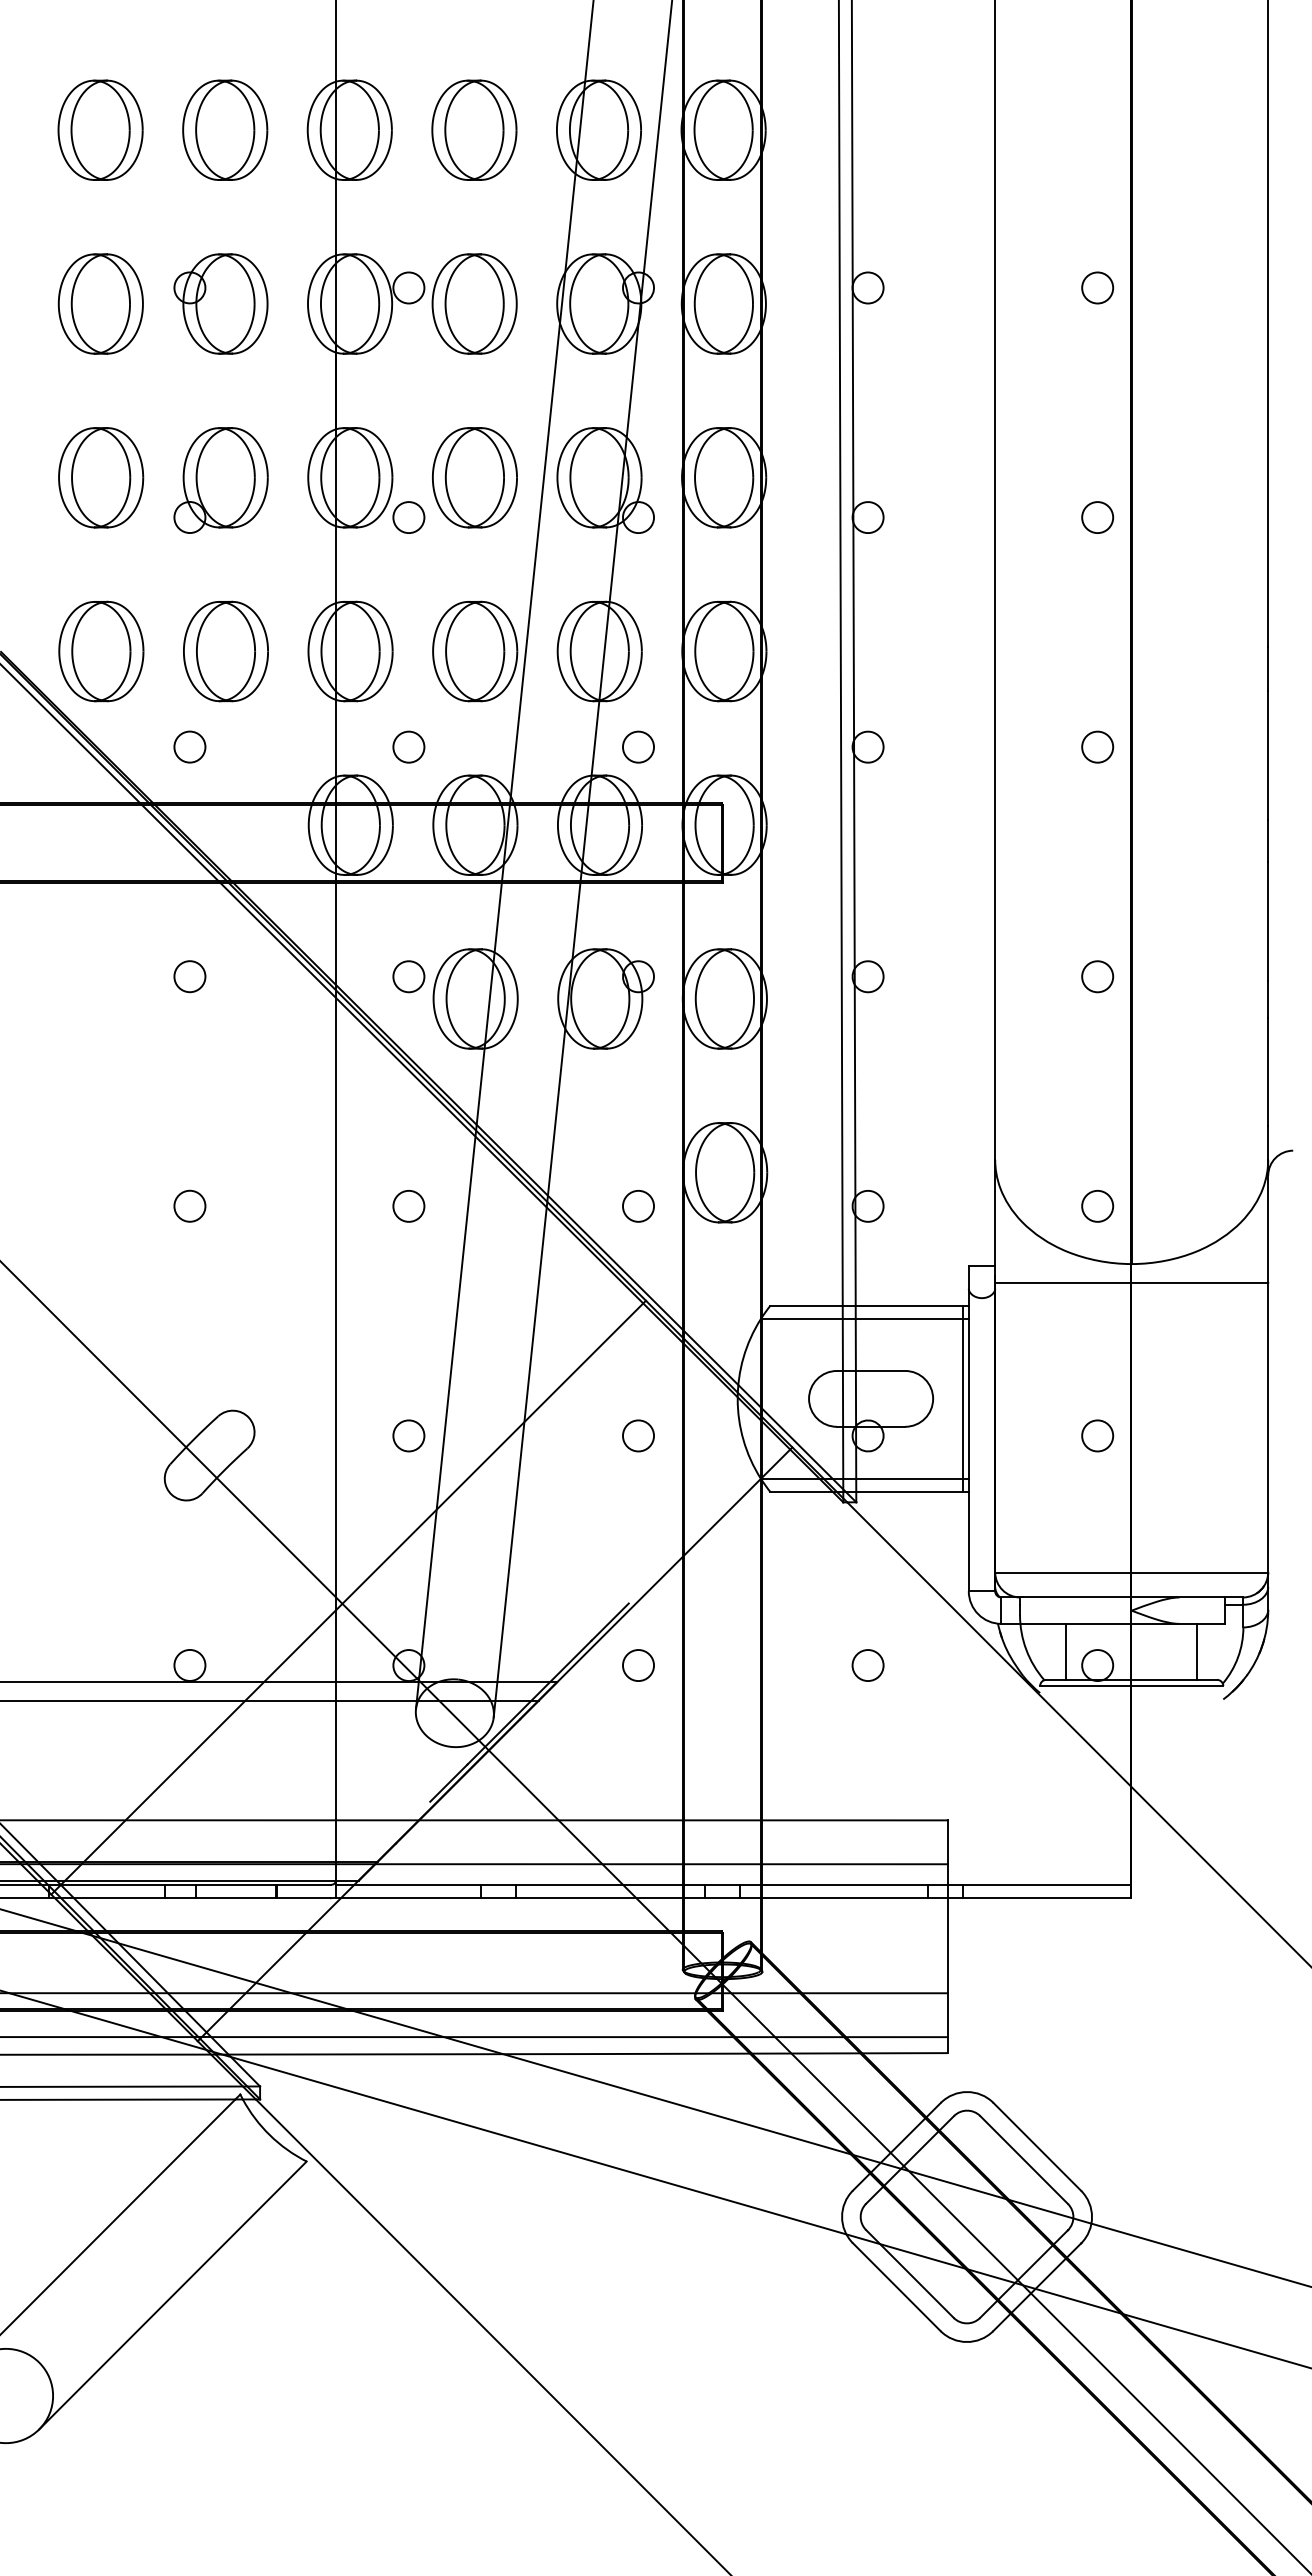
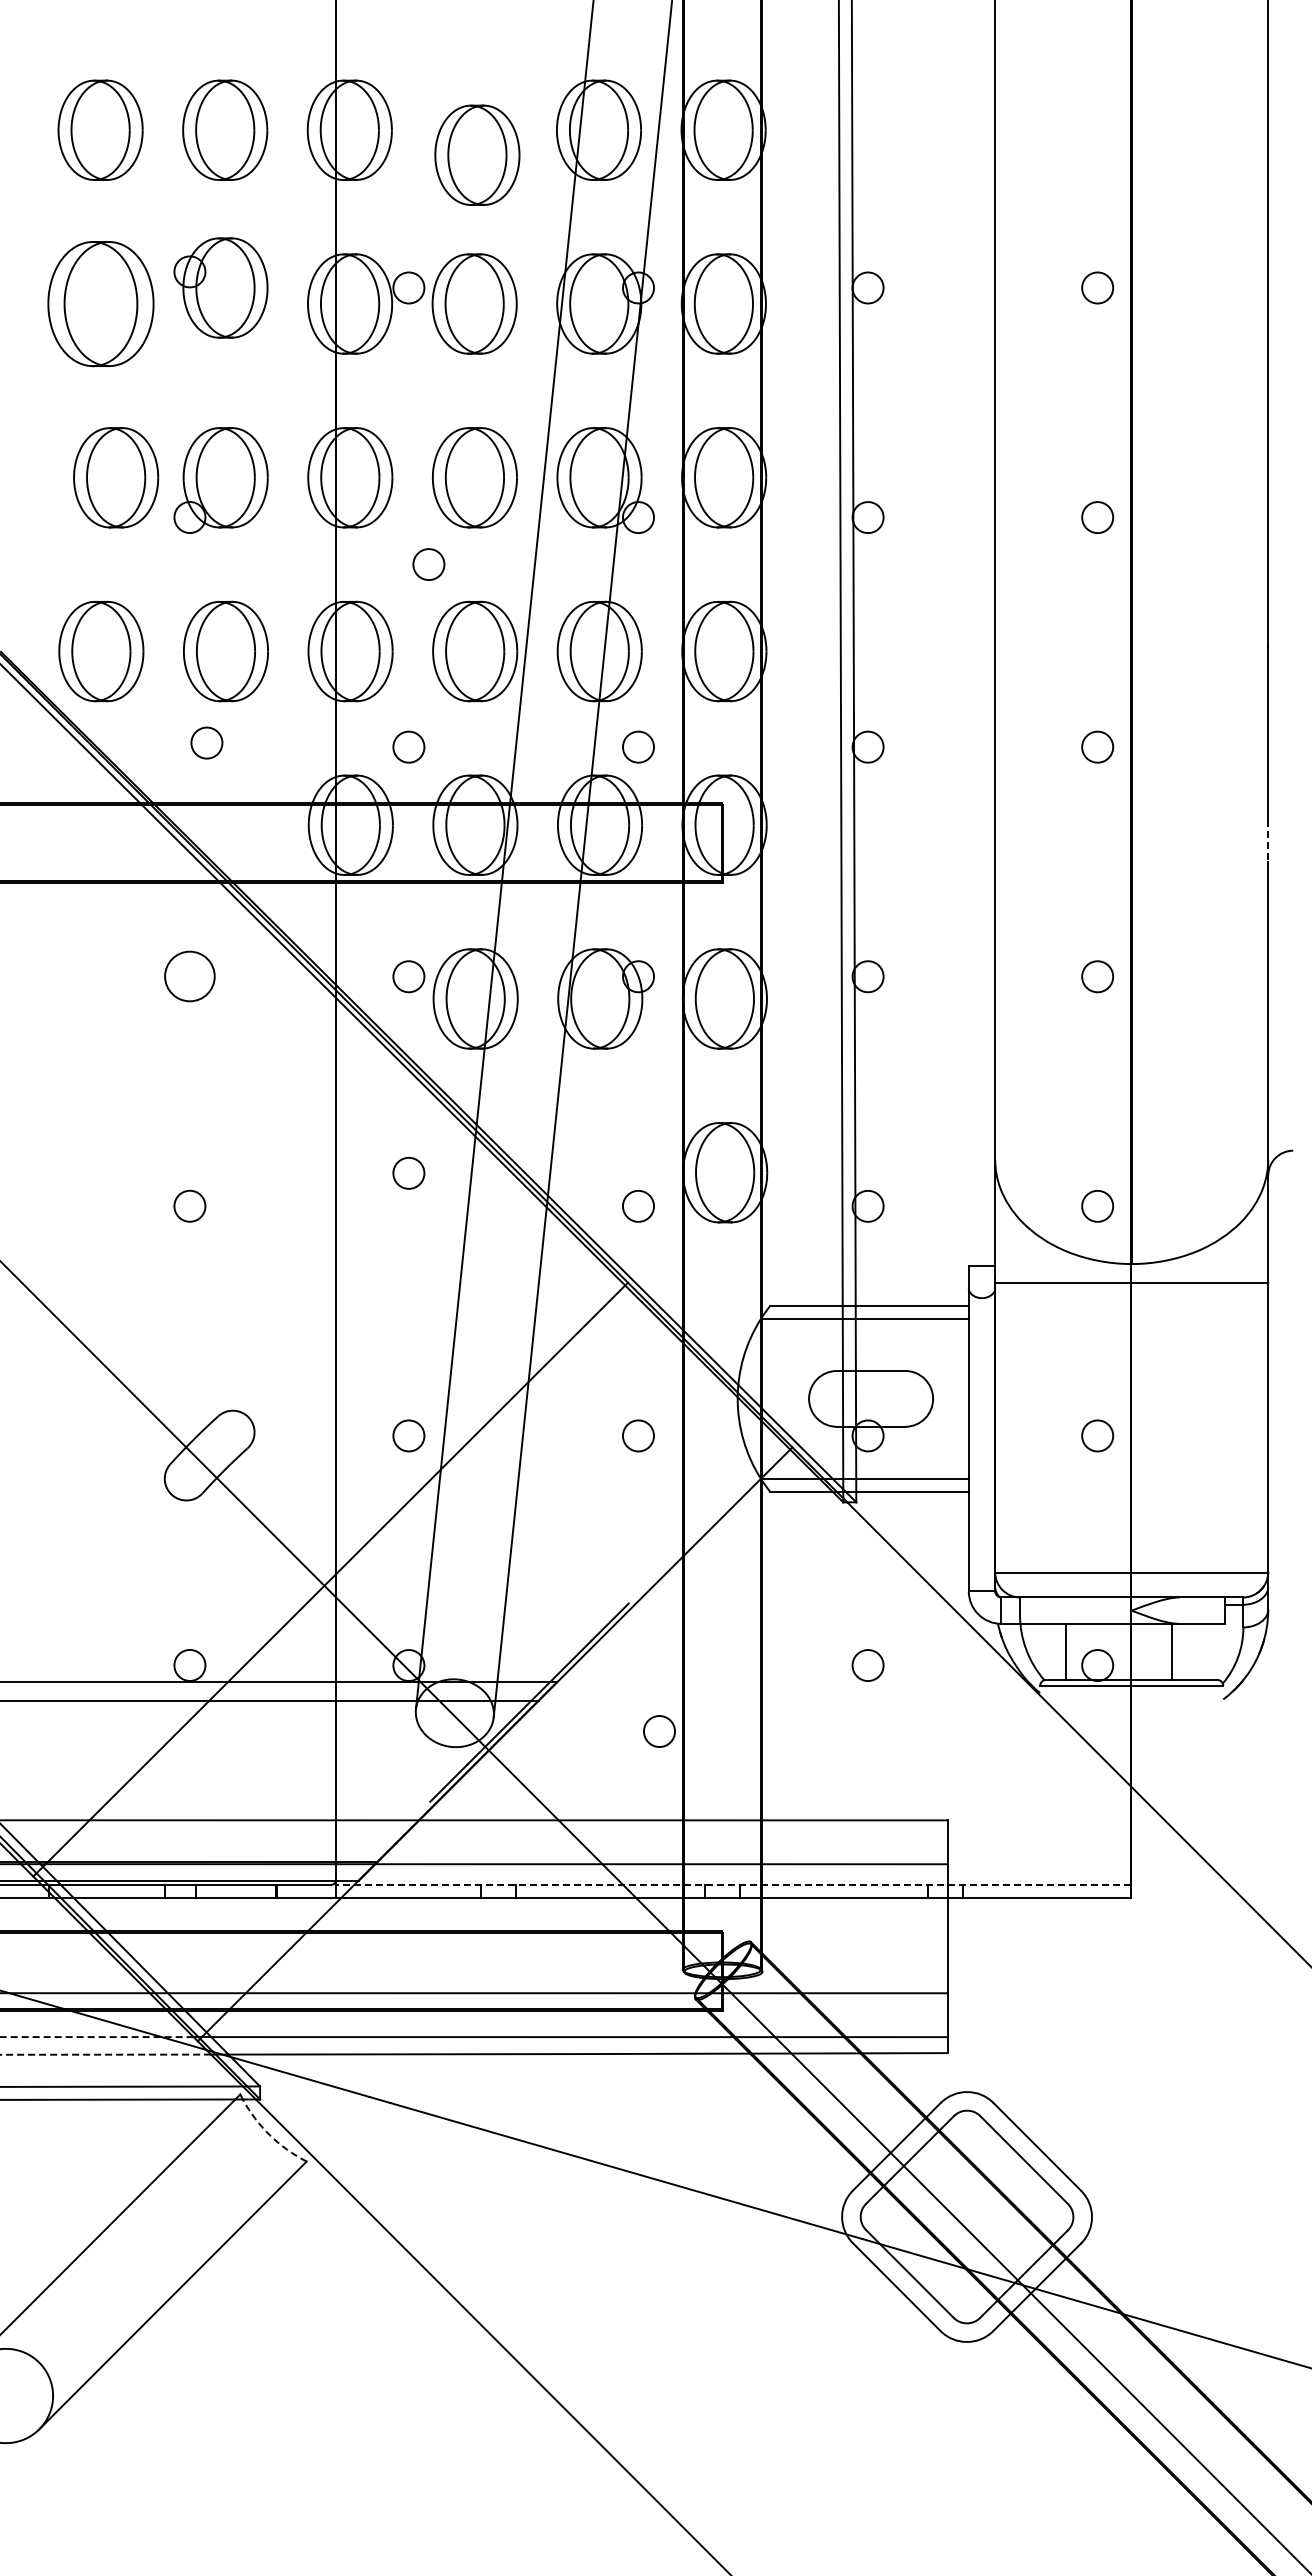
part at (474, 129) position: (474, 129) -> (477, 154)
part at (100, 303) size: 87x102 px -> 108x127 px
part at (220, 303) position: (220, 303) -> (220, 287)
part at (101, 477) position: (101, 477) -> (116, 477)
circle at (408, 517) position: (408, 517) -> (428, 564)
circle at (189, 746) position: (189, 746) -> (206, 742)
line at (1268, 841): solid -> dashed
circle at (189, 976) size: 34x34 px -> 52x53 px
circle at (408, 1206) position: (408, 1206) -> (408, 1173)
line at (962, 1398): present -> none
line at (348, 1597) position: (348, 1597) -> (330, 1579)
line at (1196, 1651) position: (1196, 1651) -> (1171, 1651)
circle at (638, 1665) position: (638, 1665) -> (659, 1731)
line at (733, 1884): solid -> dashed
line at (96, 2037): solid -> dashed
arc at (105, 2054): solid -> dashed
line at (655, 2097): present -> none
arc at (270, 2135): solid -> dashed
